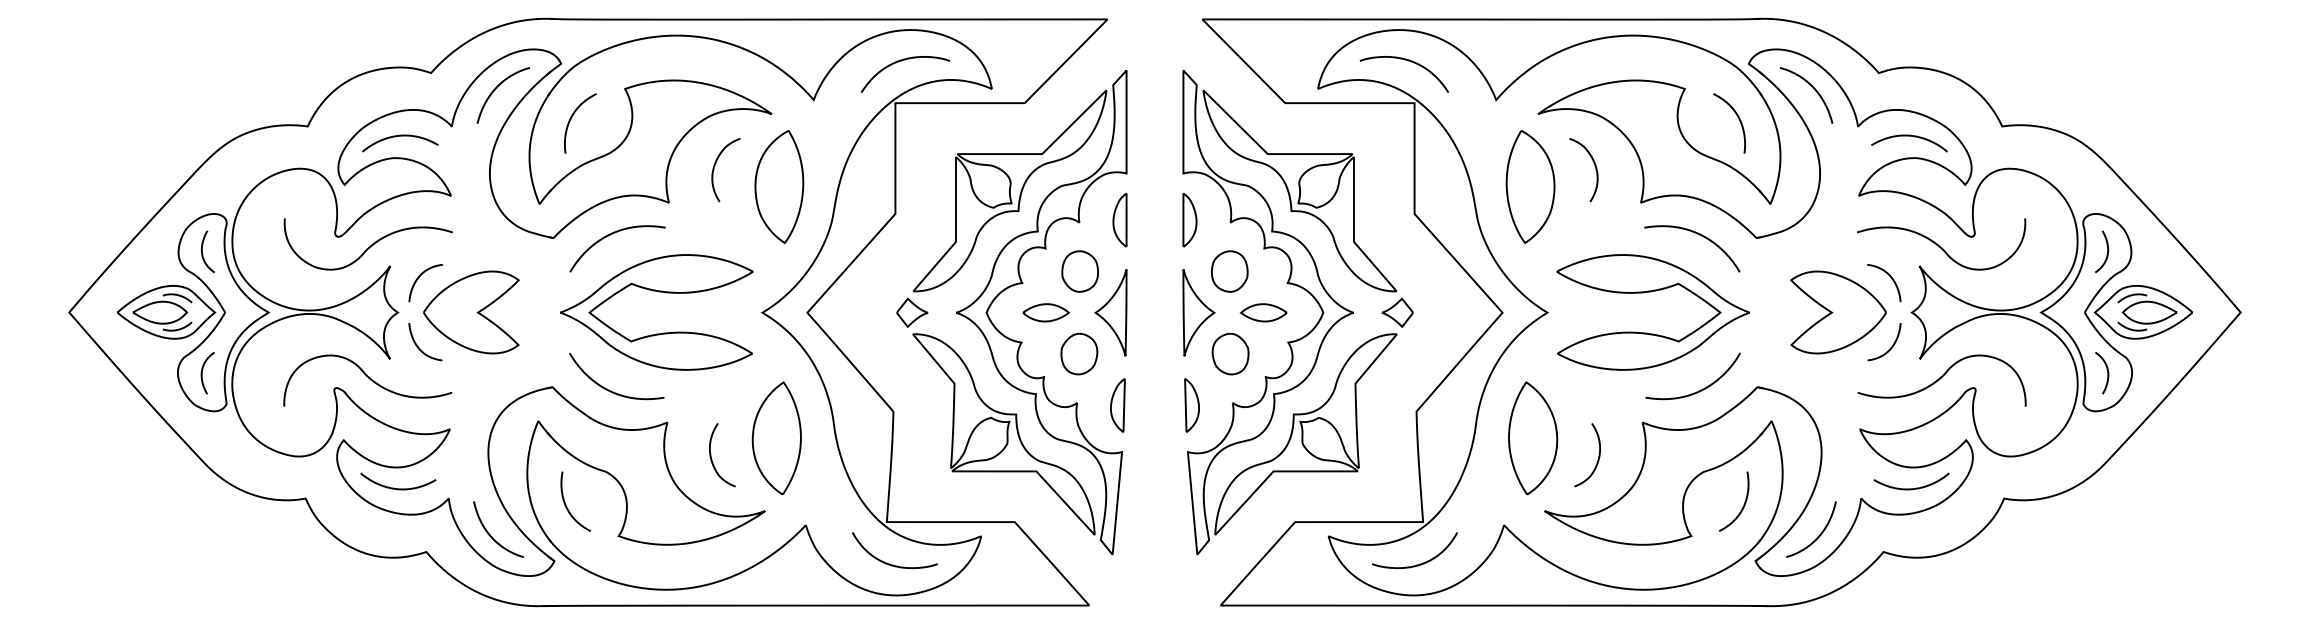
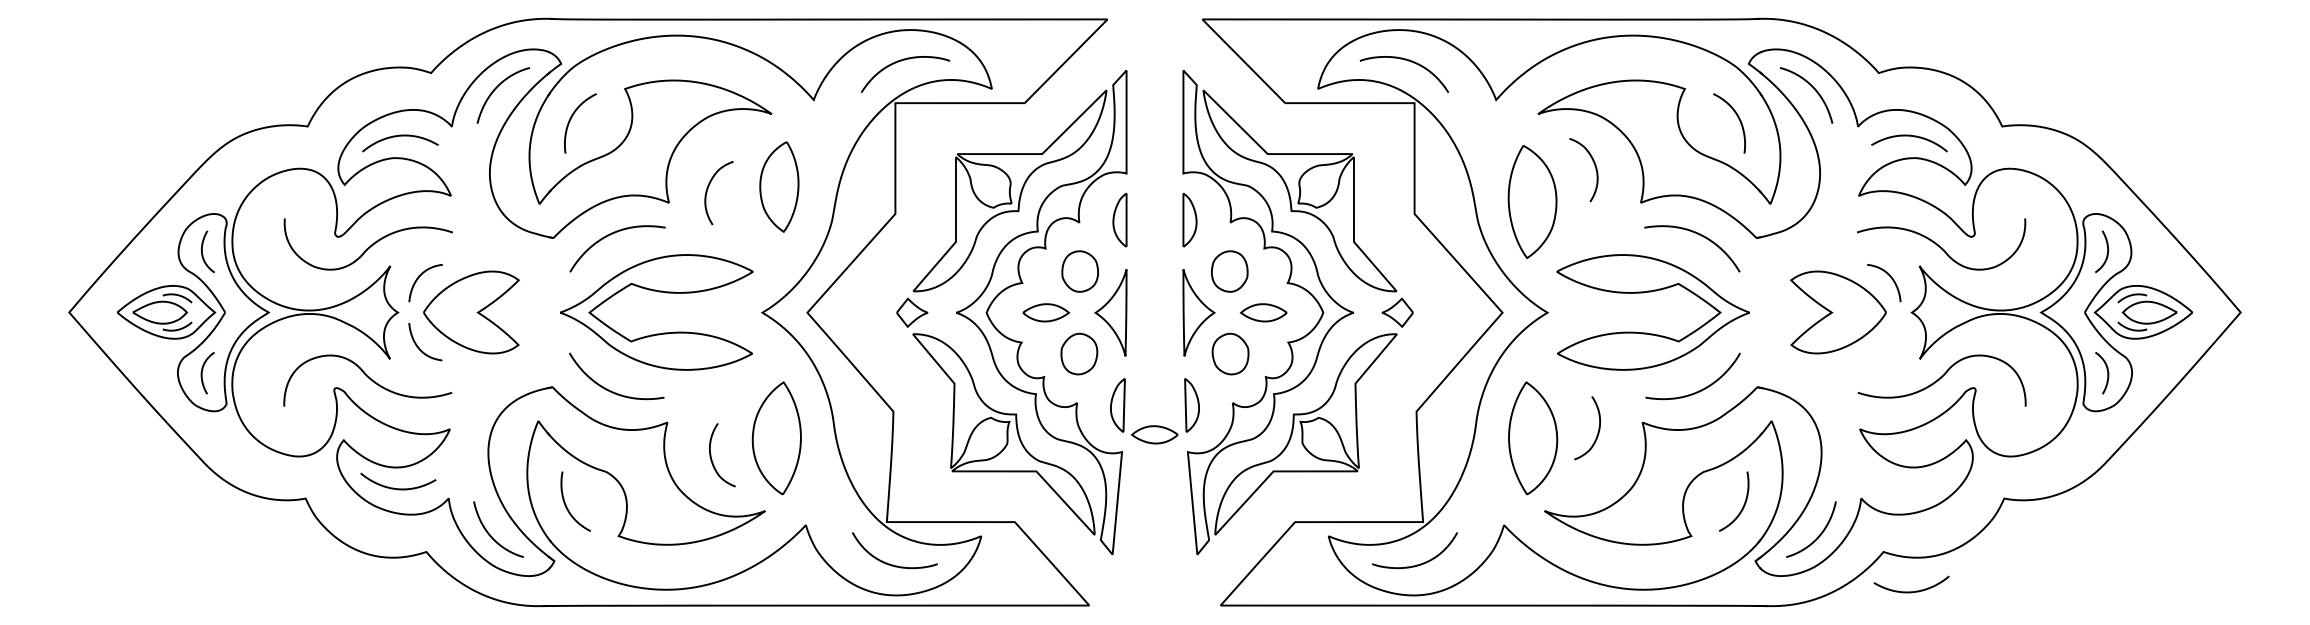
curve at (715, 166) position: (715, 166) -> (708, 189)
part at (779, 186) size: 51x114 px -> 41x92 px
part at (1530, 186) position: (1530, 186) -> (1532, 201)
curve at (1890, 347): present -> none
part at (1154, 434): none -> present
curve at (1597, 459) position: (1597, 459) -> (1597, 432)
curve at (1911, 488) position: (1911, 488) -> (1911, 591)
